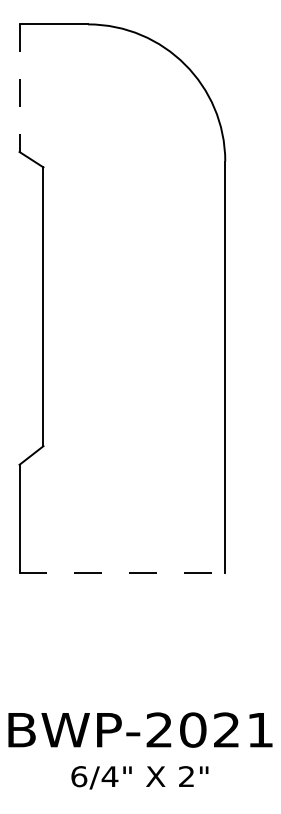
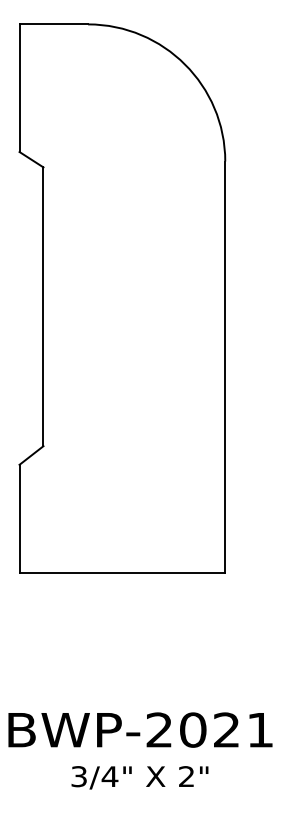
line at (19, 88): dashed -> solid
line at (122, 572): dashed -> solid
text at (79, 776): 6/4" -> 3/4"
